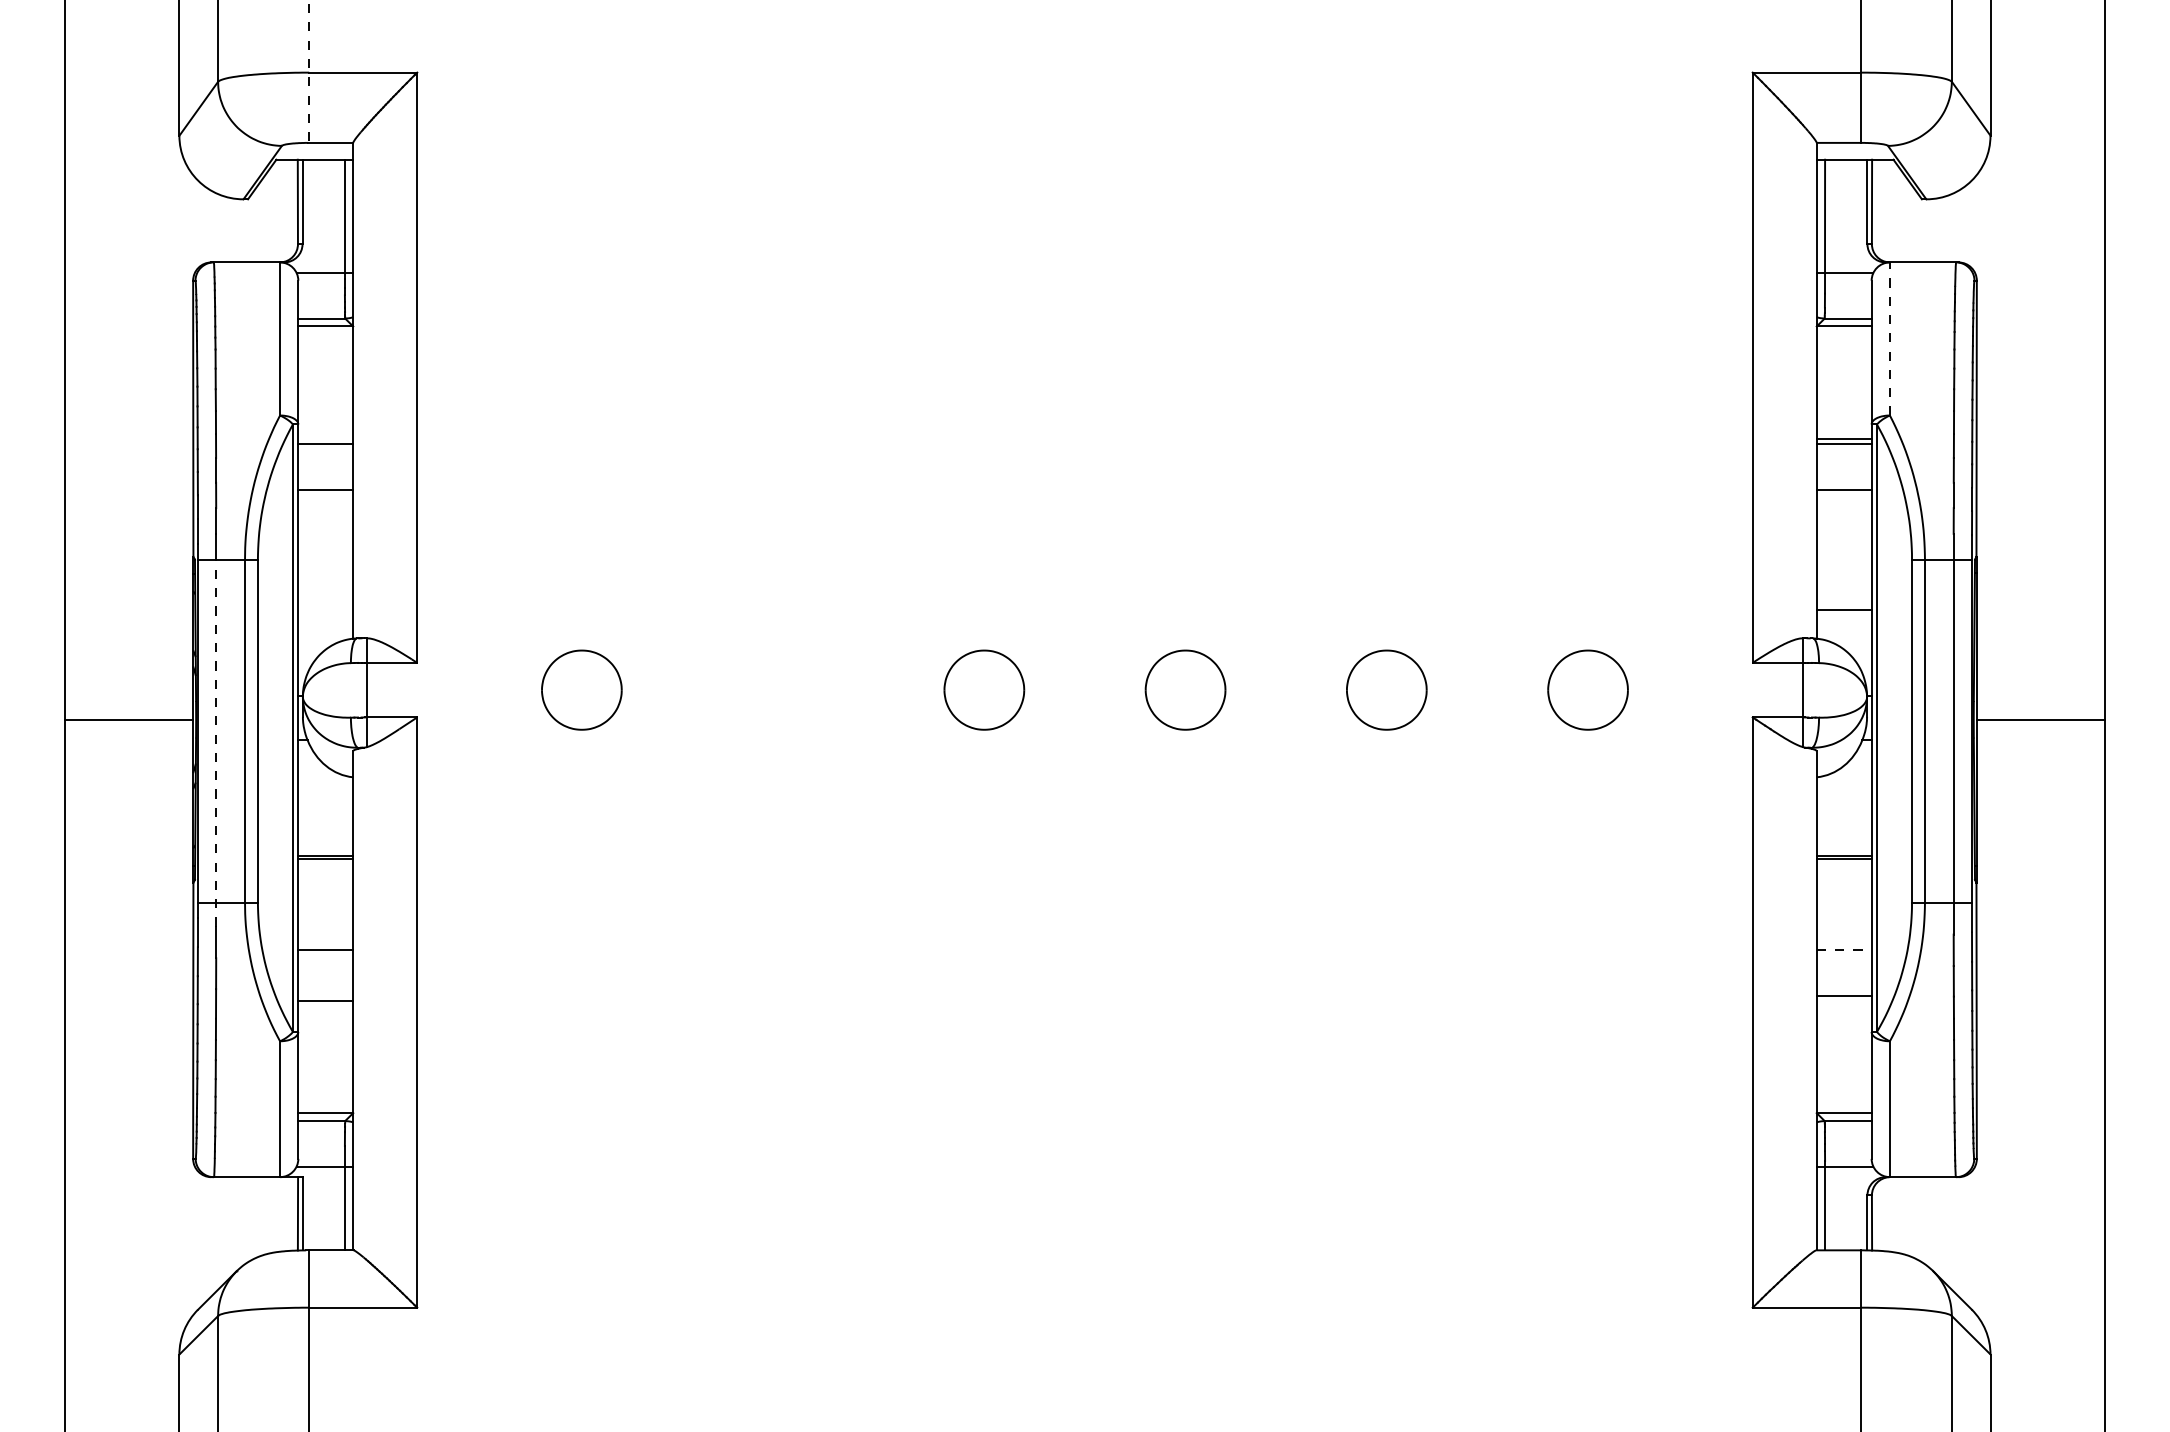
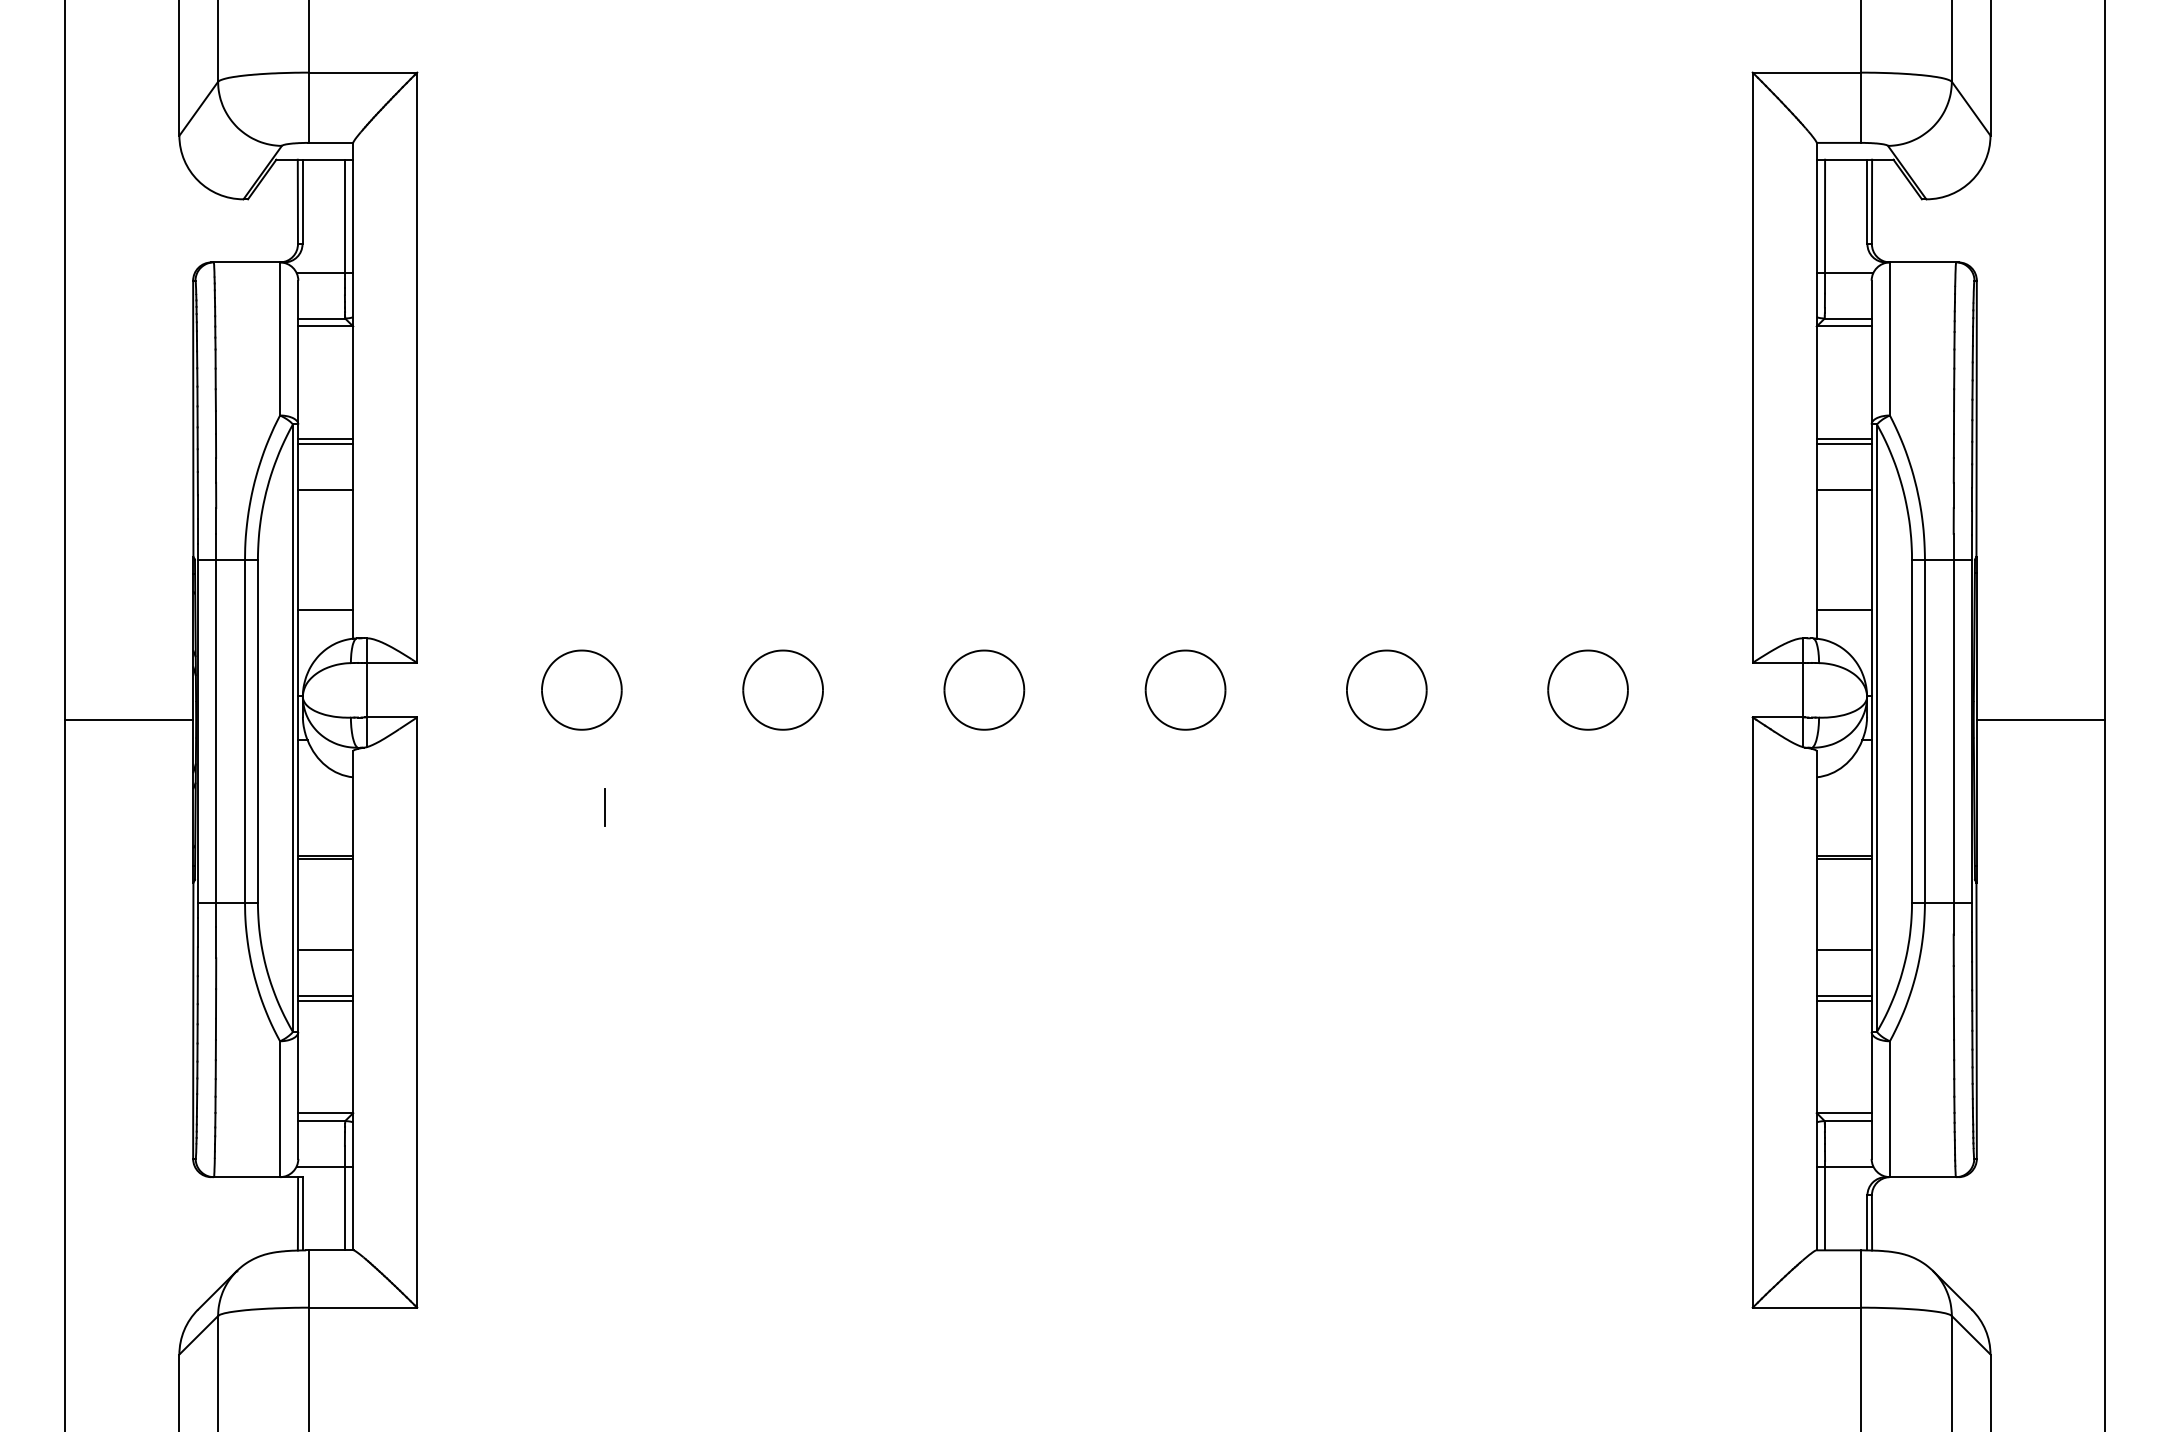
line at (309, 71): dashed -> solid
line at (1889, 339): dashed -> solid
line at (325, 438): none -> present
line at (325, 610): none -> present
part at (782, 689): none -> present
line at (216, 742): dashed -> solid
line at (604, 807): none -> present
line at (1844, 949): dashed -> solid
line at (325, 995): none -> present
line at (1843, 1001): none -> present
